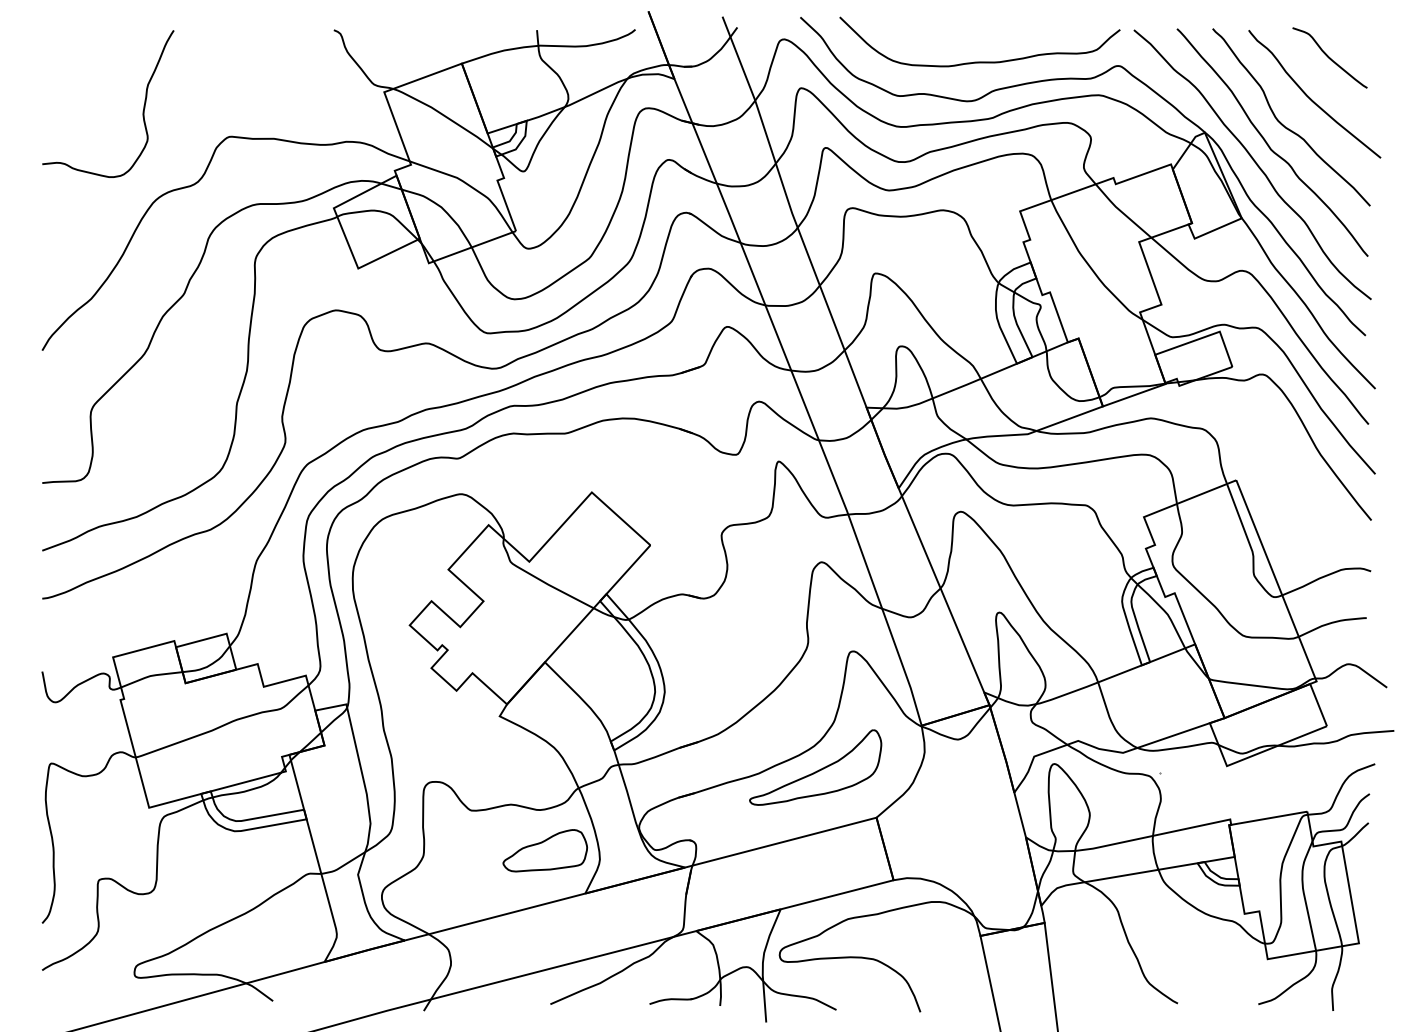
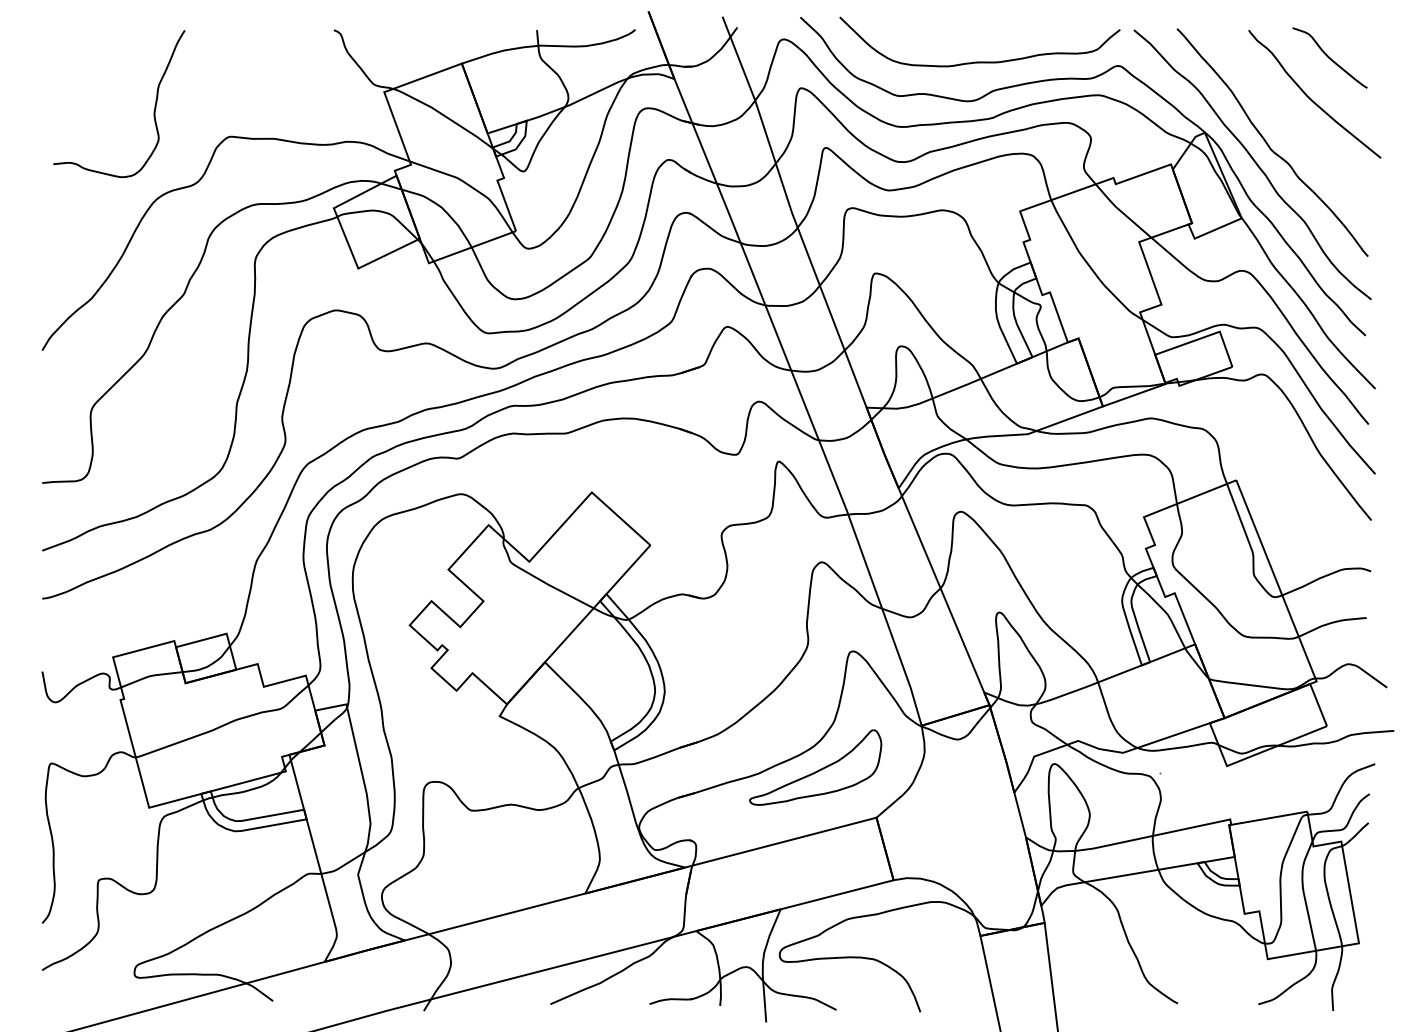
curve at (142, 111) position: (142, 111) -> (153, 111)
curve at (1283, 124): present -> none
part at (544, 850): present -> none
